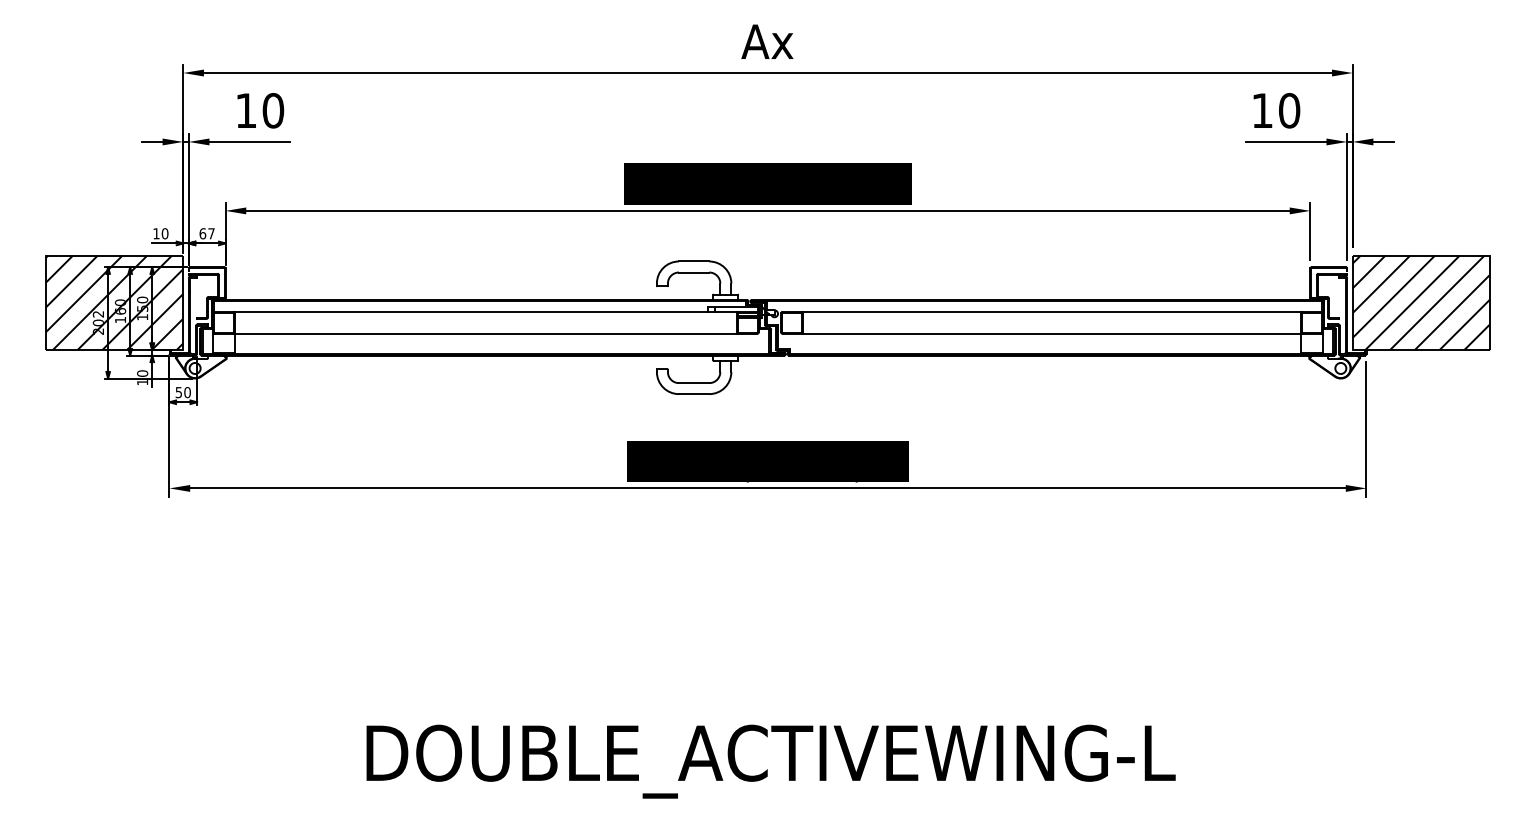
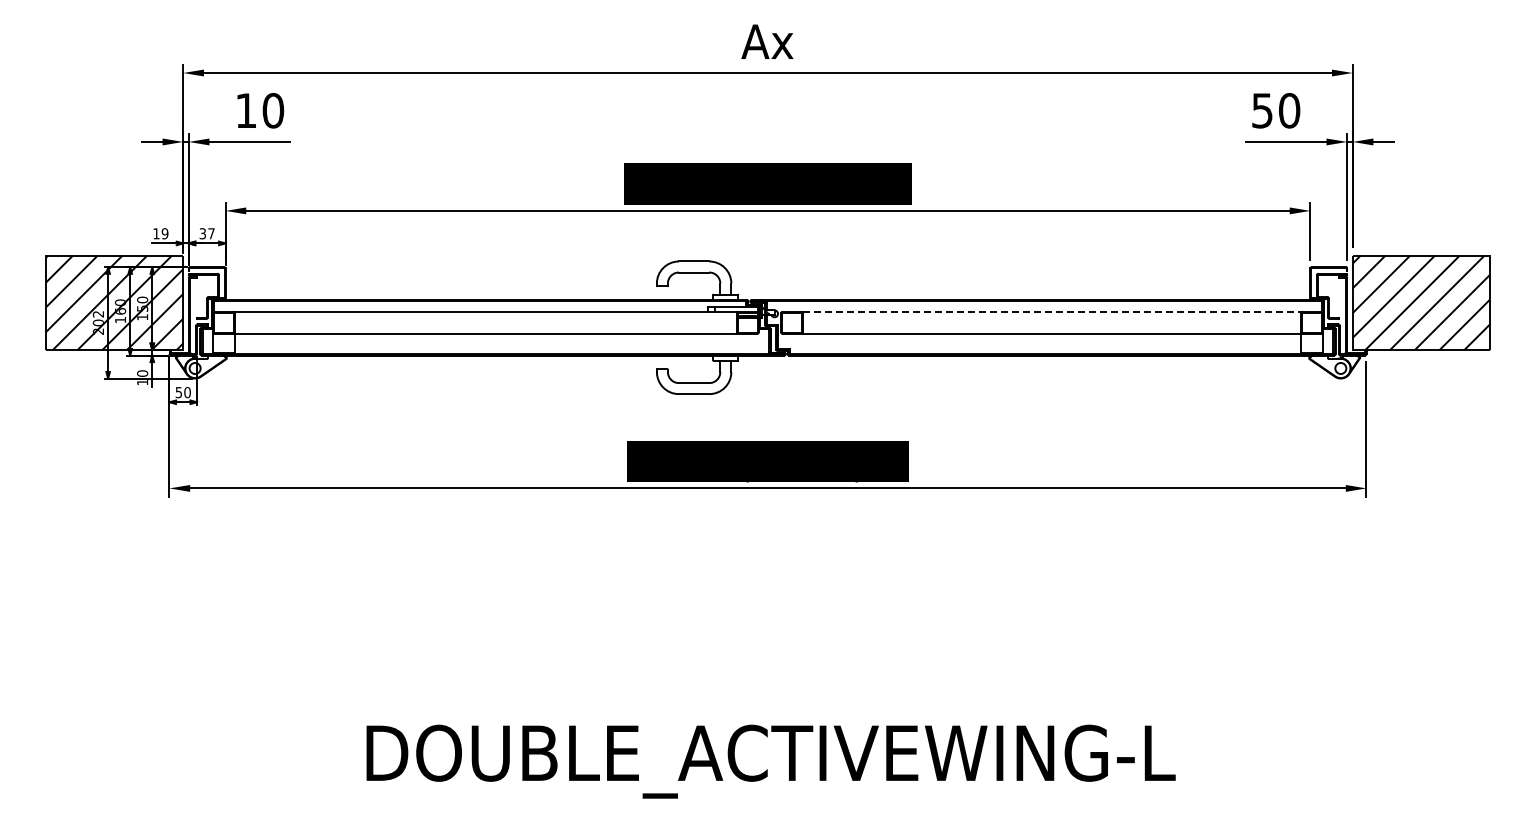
text at (1262, 110): 10 -> 50
text at (164, 233): 10 -> 19
text at (202, 233): 67 -> 37
line at (1052, 311): solid -> dashed
